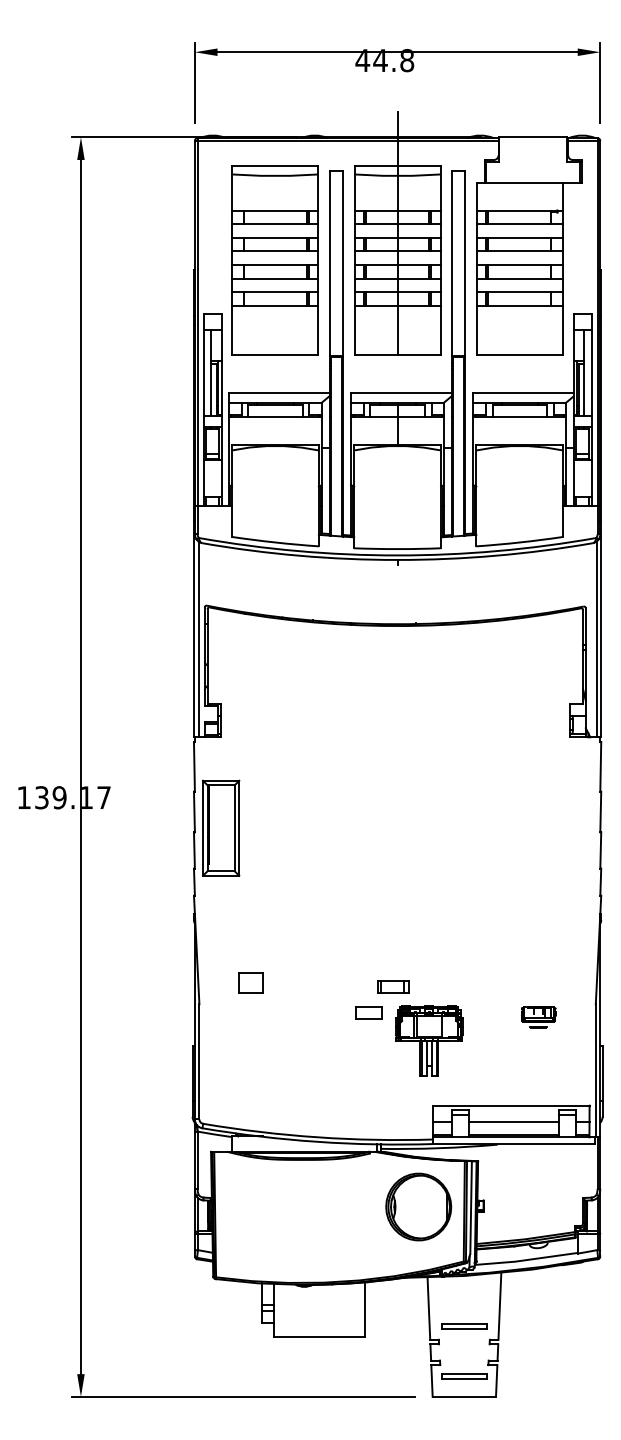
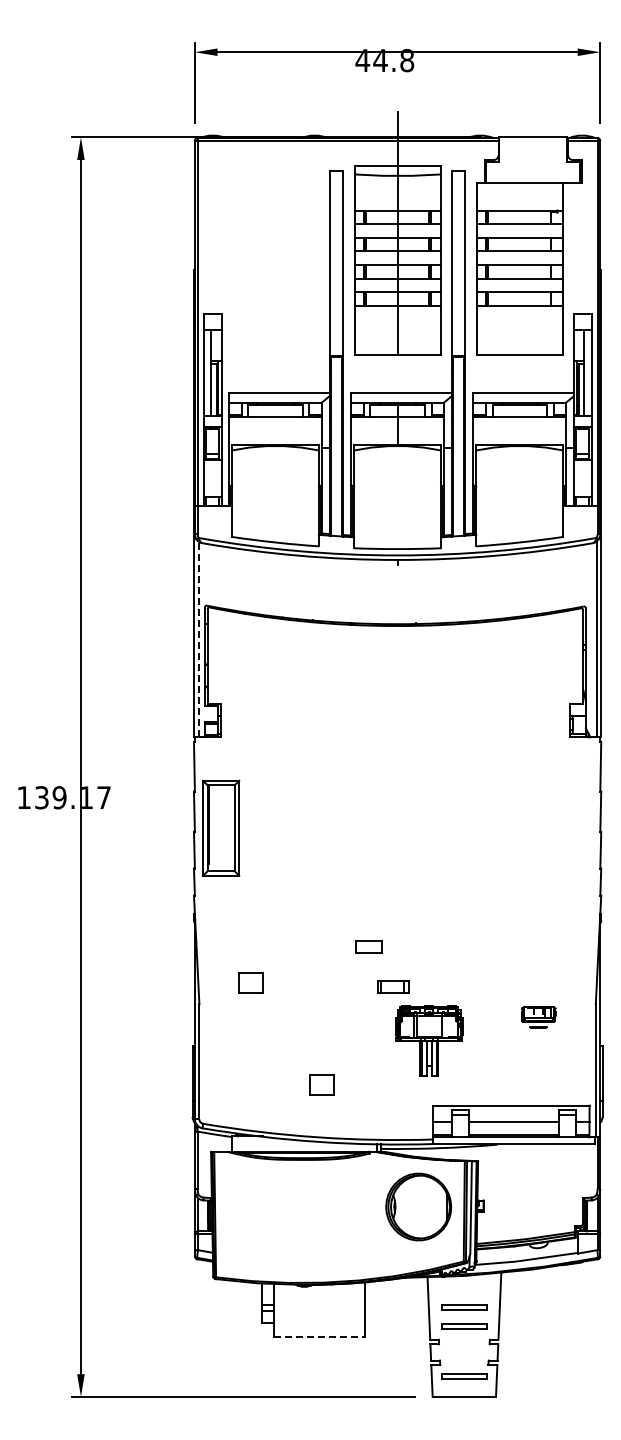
part at (274, 260): present -> none
line at (198, 639): solid -> dashed
part at (368, 1012) position: (368, 1012) -> (368, 946)
part at (321, 1084): none -> present
part at (464, 1307): none -> present
line at (319, 1337): solid -> dashed
